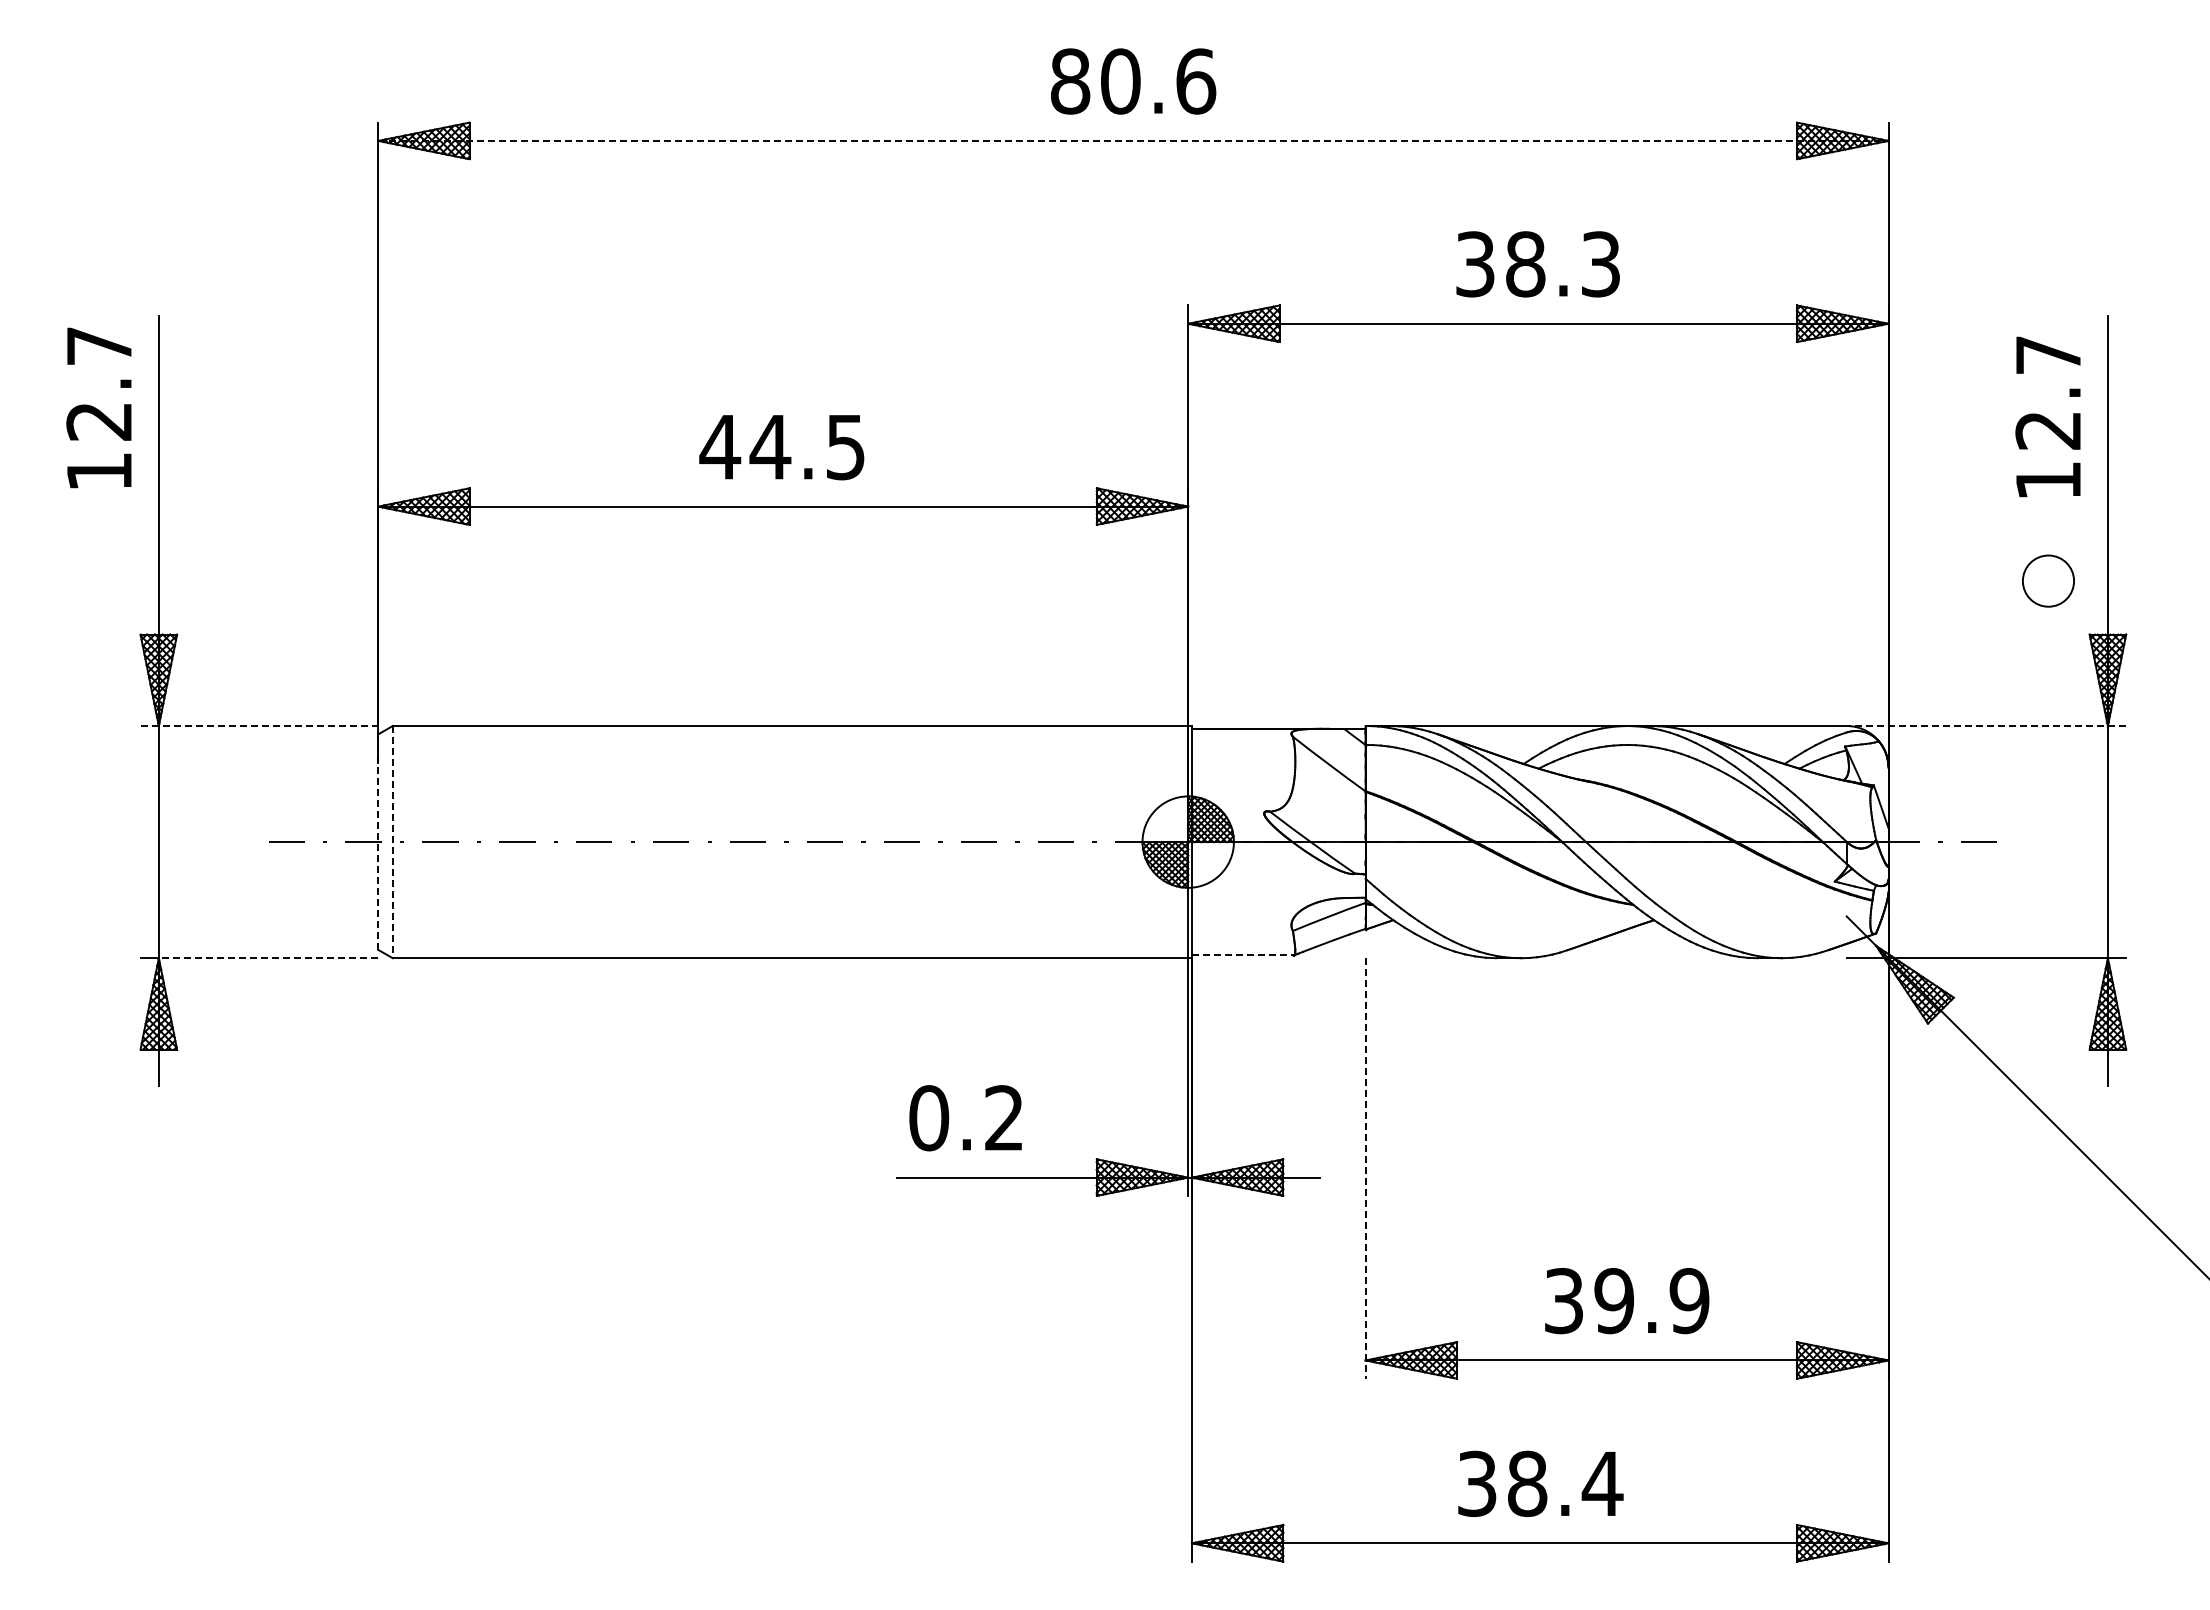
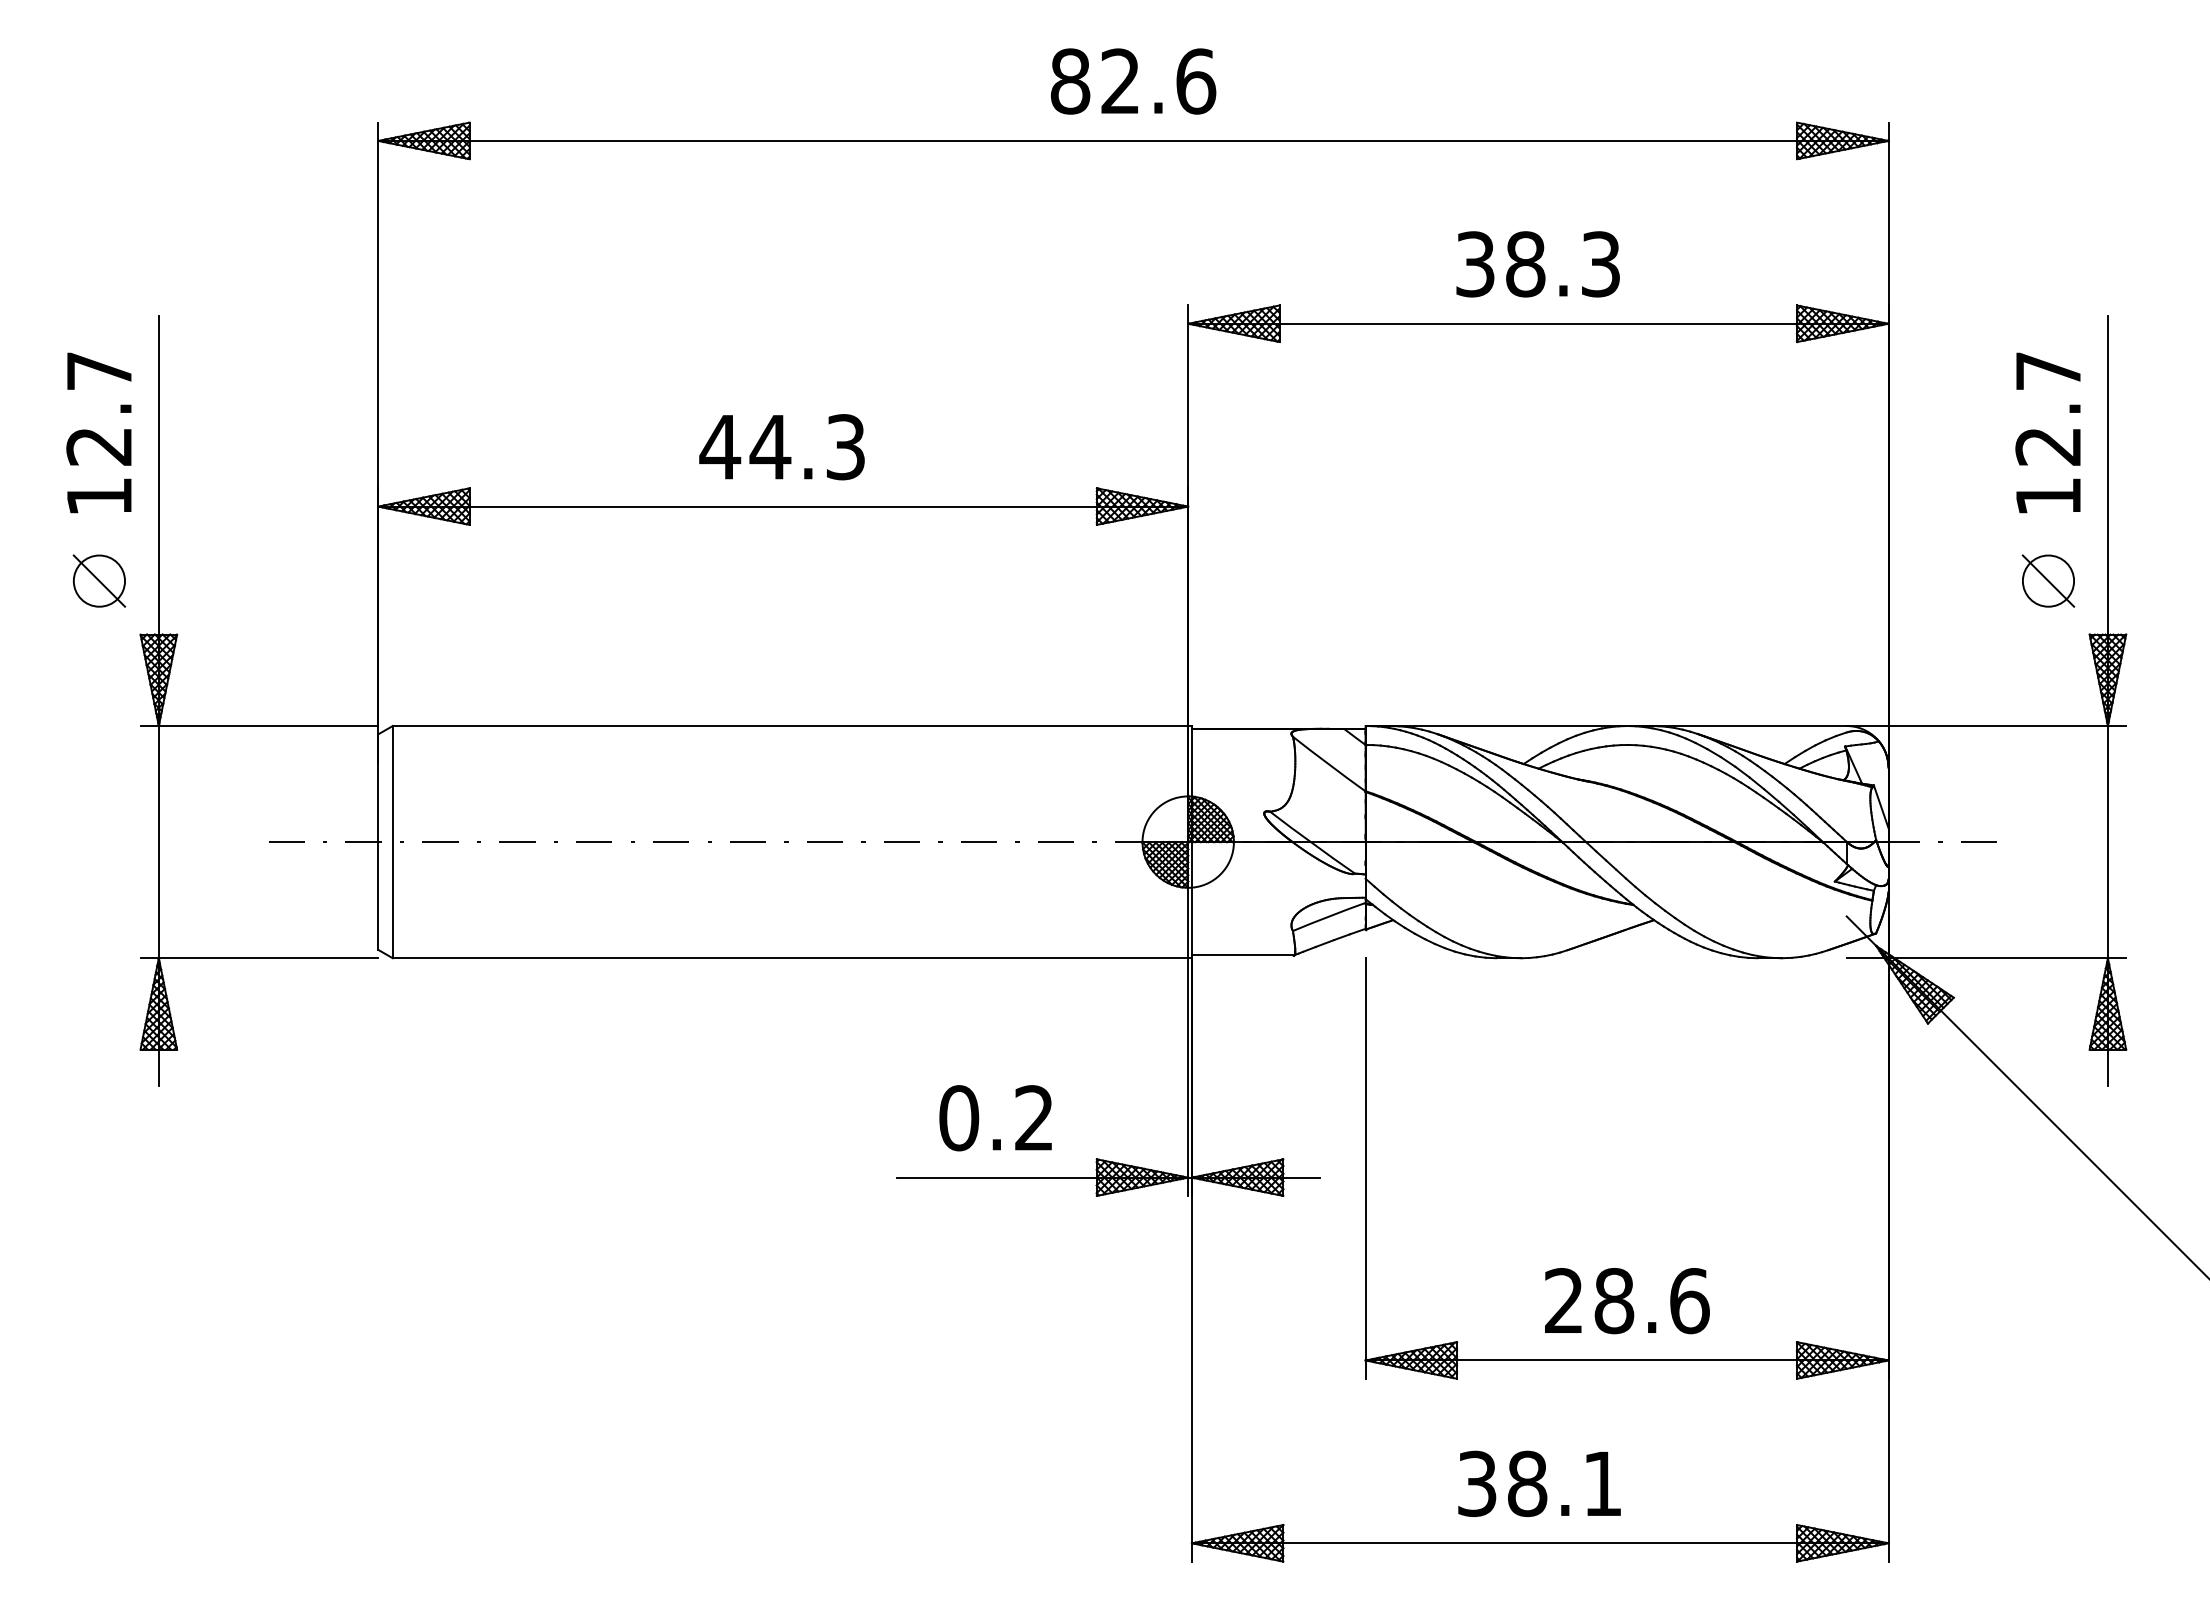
text at (1120, 81): 80.6 -> 82.6
line at (1133, 140): dashed -> solid
text at (98, 407) position: (98, 407) -> (98, 432)
text at (2047, 416) position: (2047, 416) -> (2047, 432)
text at (845, 446): 44.5 -> 44.3
part at (99, 580): none -> present
line at (2048, 580): none -> present
line at (259, 726): dashed -> solid
line at (1986, 726): dashed -> solid
line at (378, 842): dashed -> solid
line at (392, 842): dashed -> solid
line at (1242, 955): dashed -> solid
line at (268, 958): dashed -> solid
text at (965, 1118) position: (965, 1118) -> (995, 1118)
line at (1365, 1169): dashed -> solid
text at (1627, 1301): 39.9 -> 28.6
text at (1602, 1483): 38.4 -> 38.1
